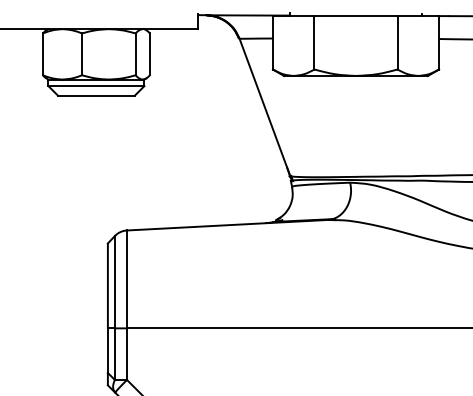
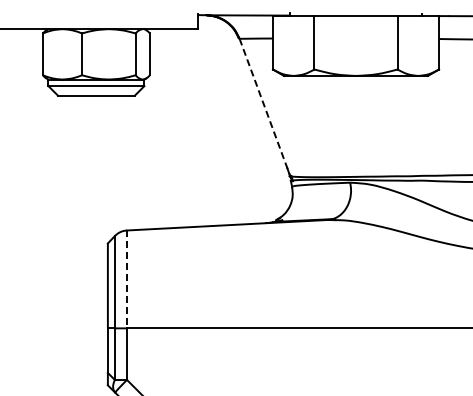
line at (265, 108): solid -> dashed
line at (127, 279): solid -> dashed
